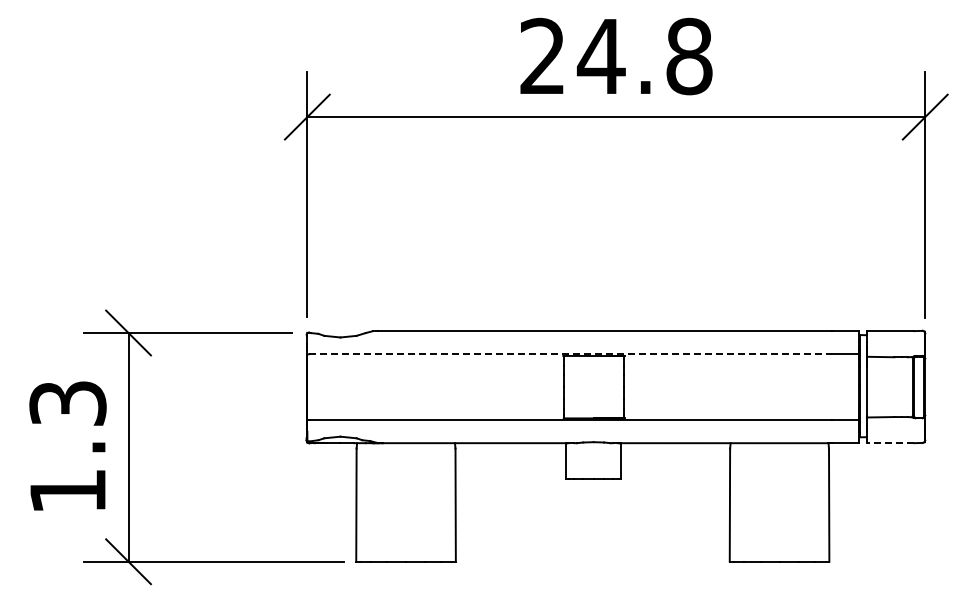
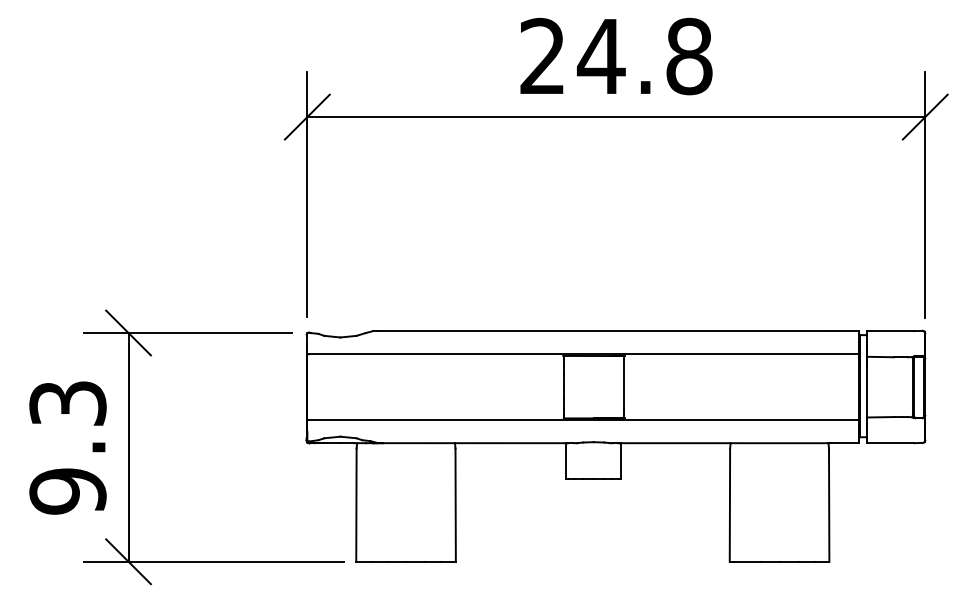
line at (570, 354): dashed -> solid
line at (890, 443): dashed -> solid
text at (67, 491): 1.3 -> 9.3
